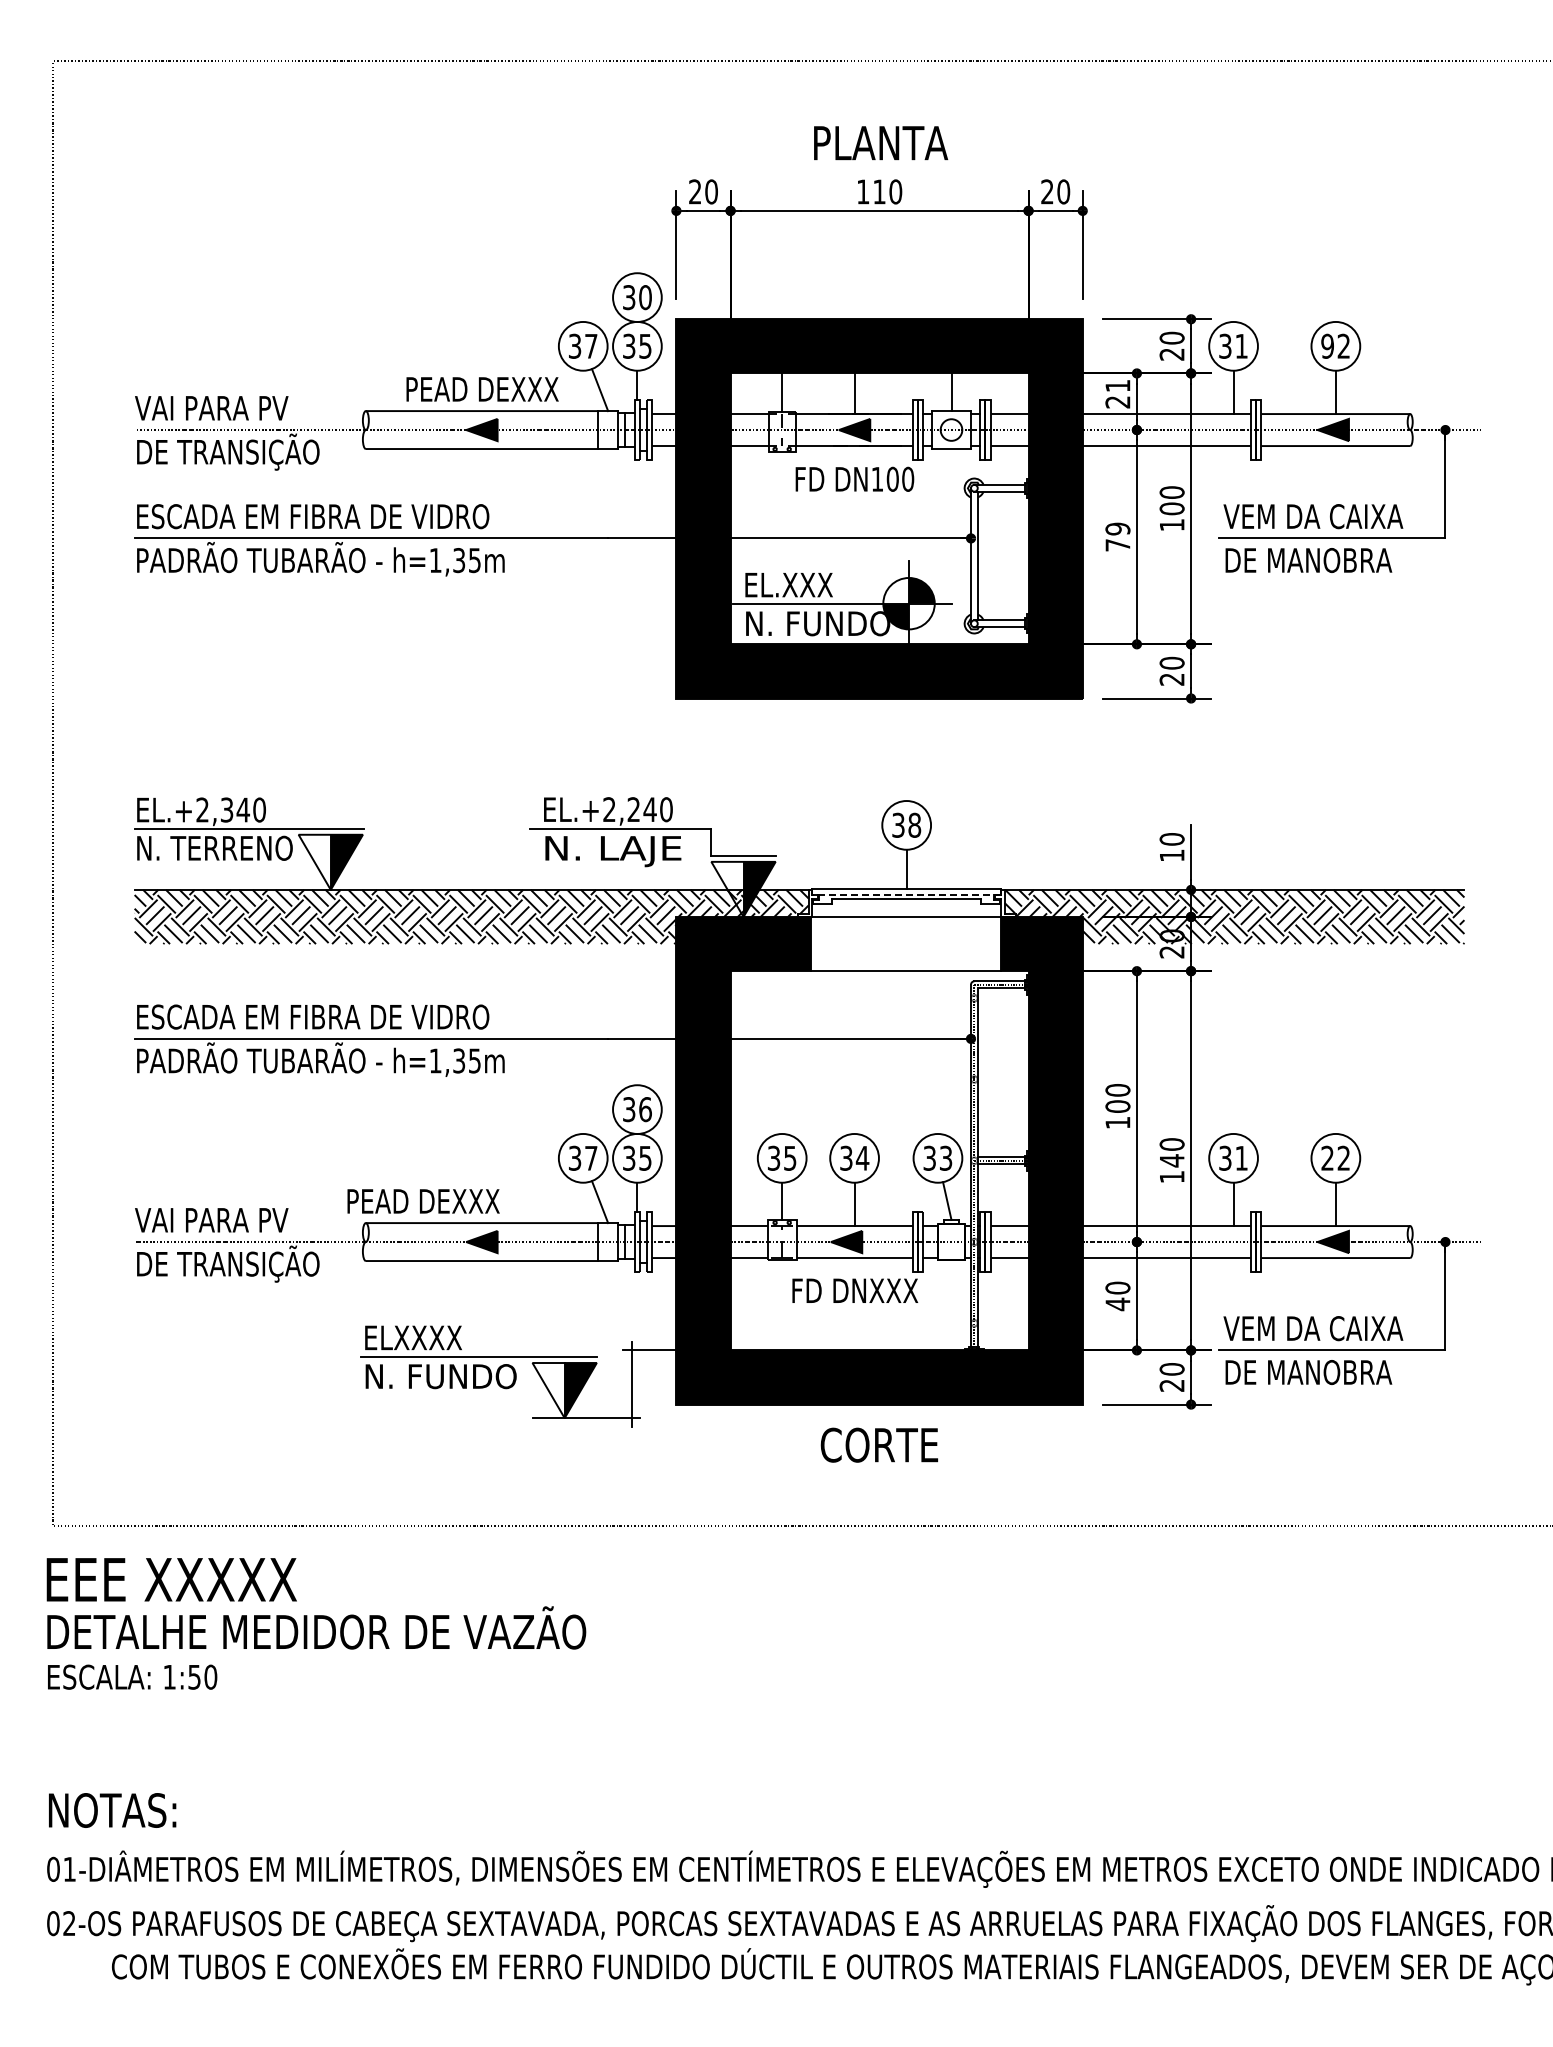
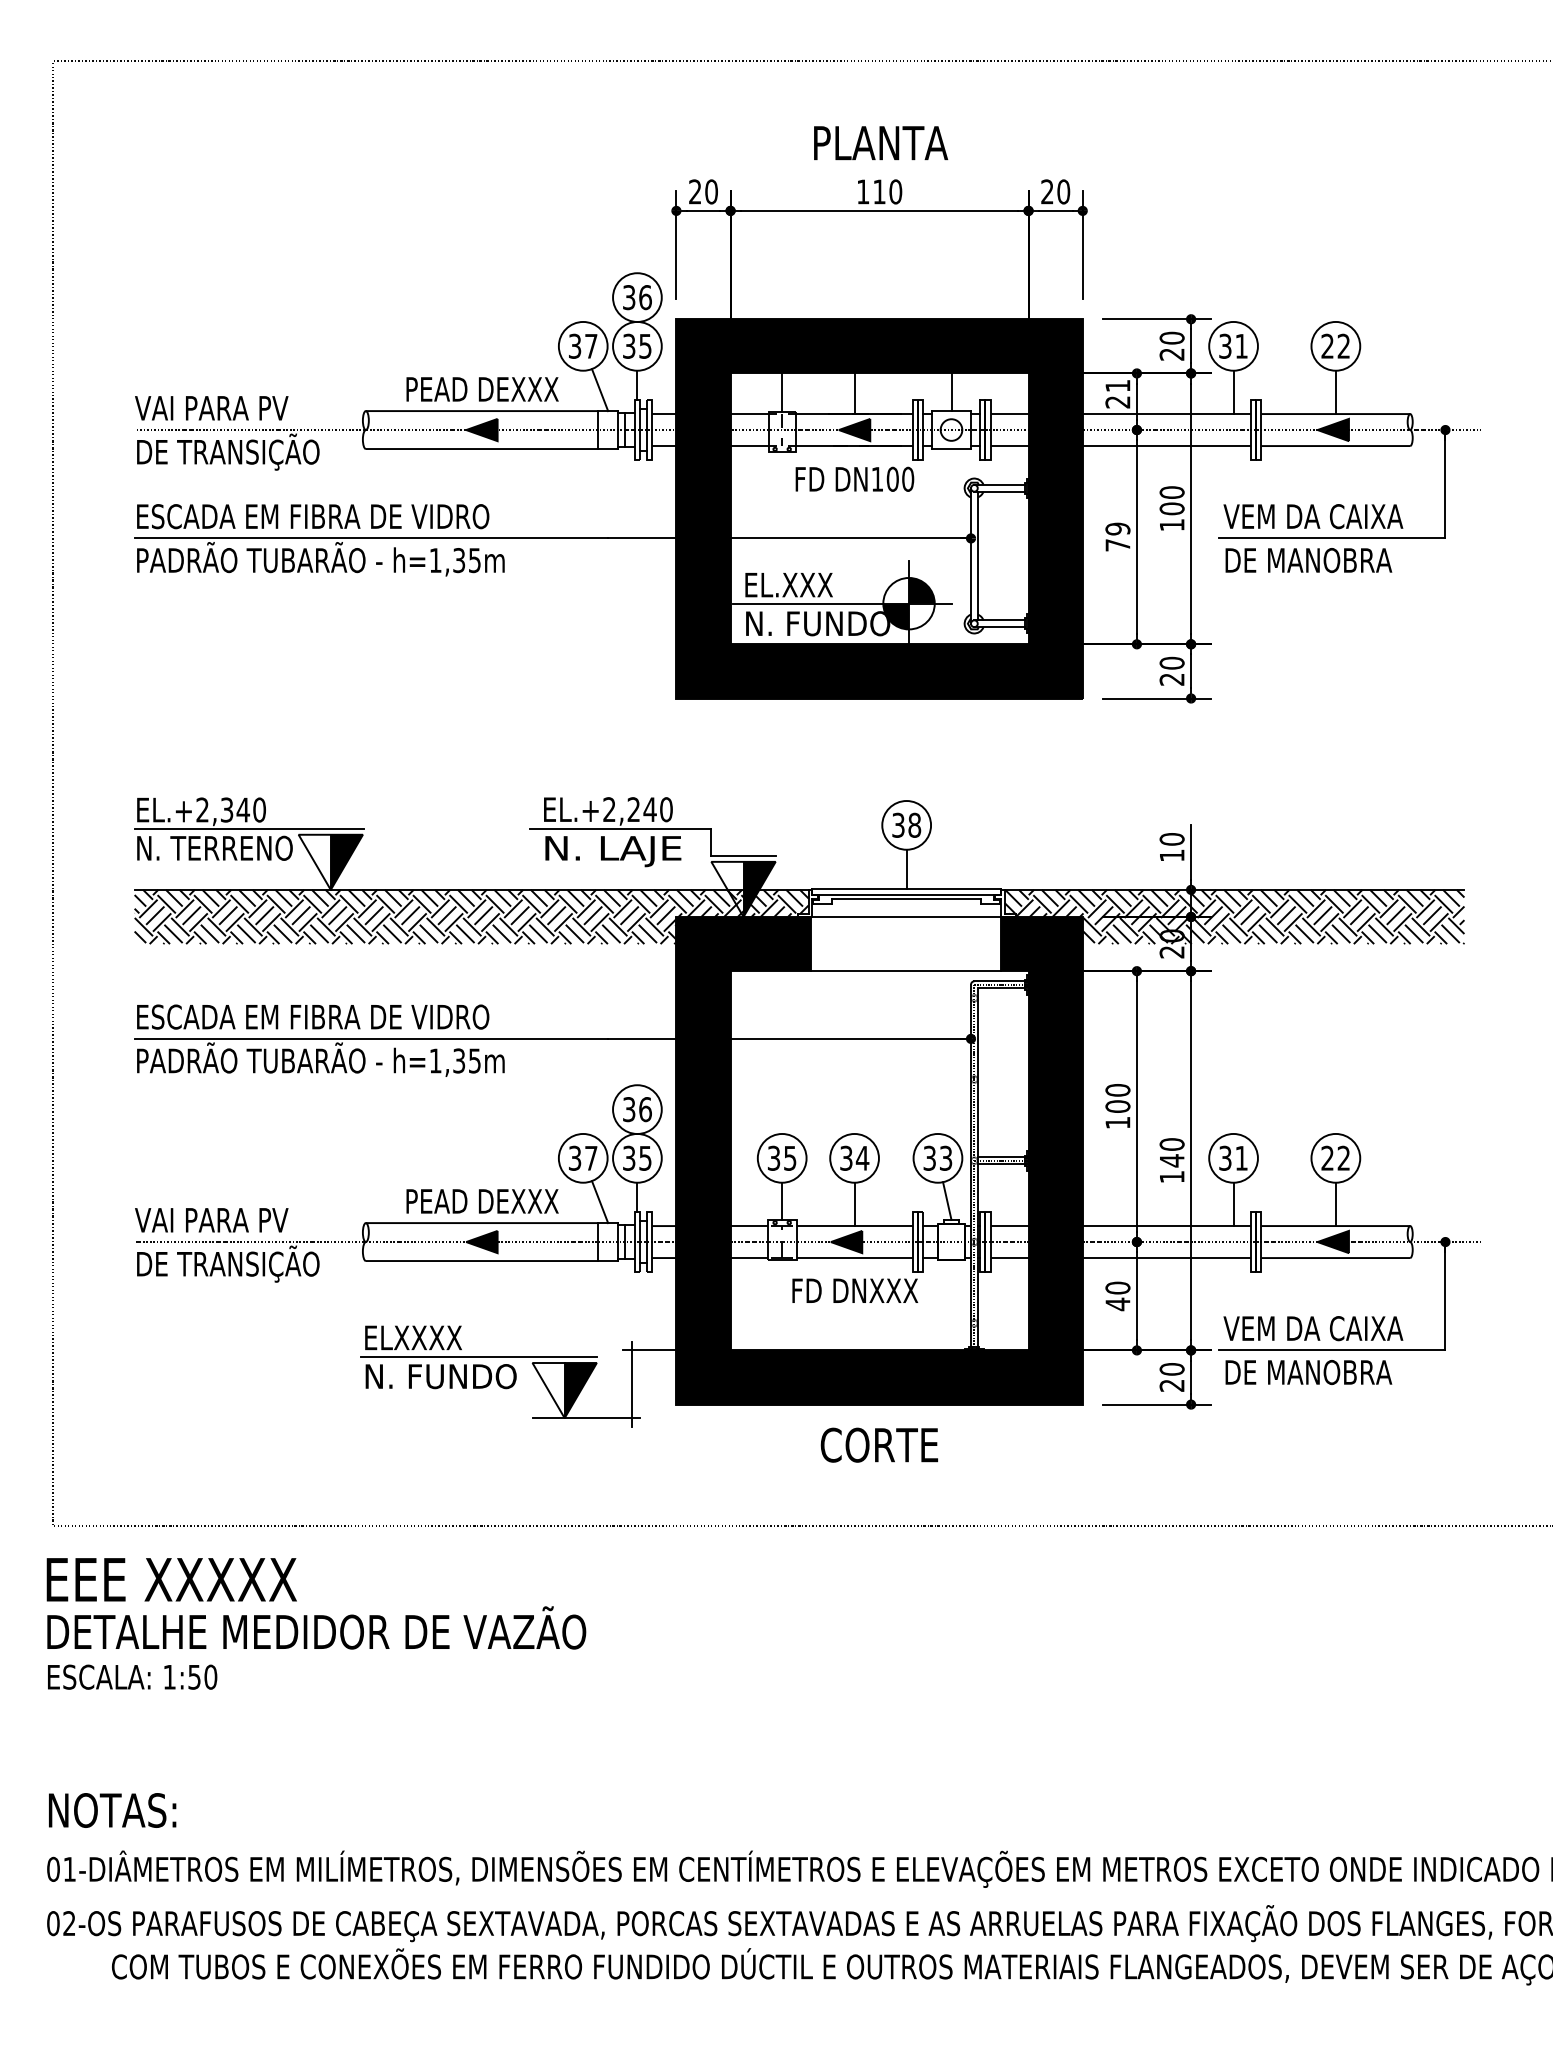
text at (645, 297): 30 -> 36
text at (1327, 345): 92 -> 22
line at (906, 894): dashed -> solid
text at (423, 1201) position: (423, 1201) -> (482, 1201)
